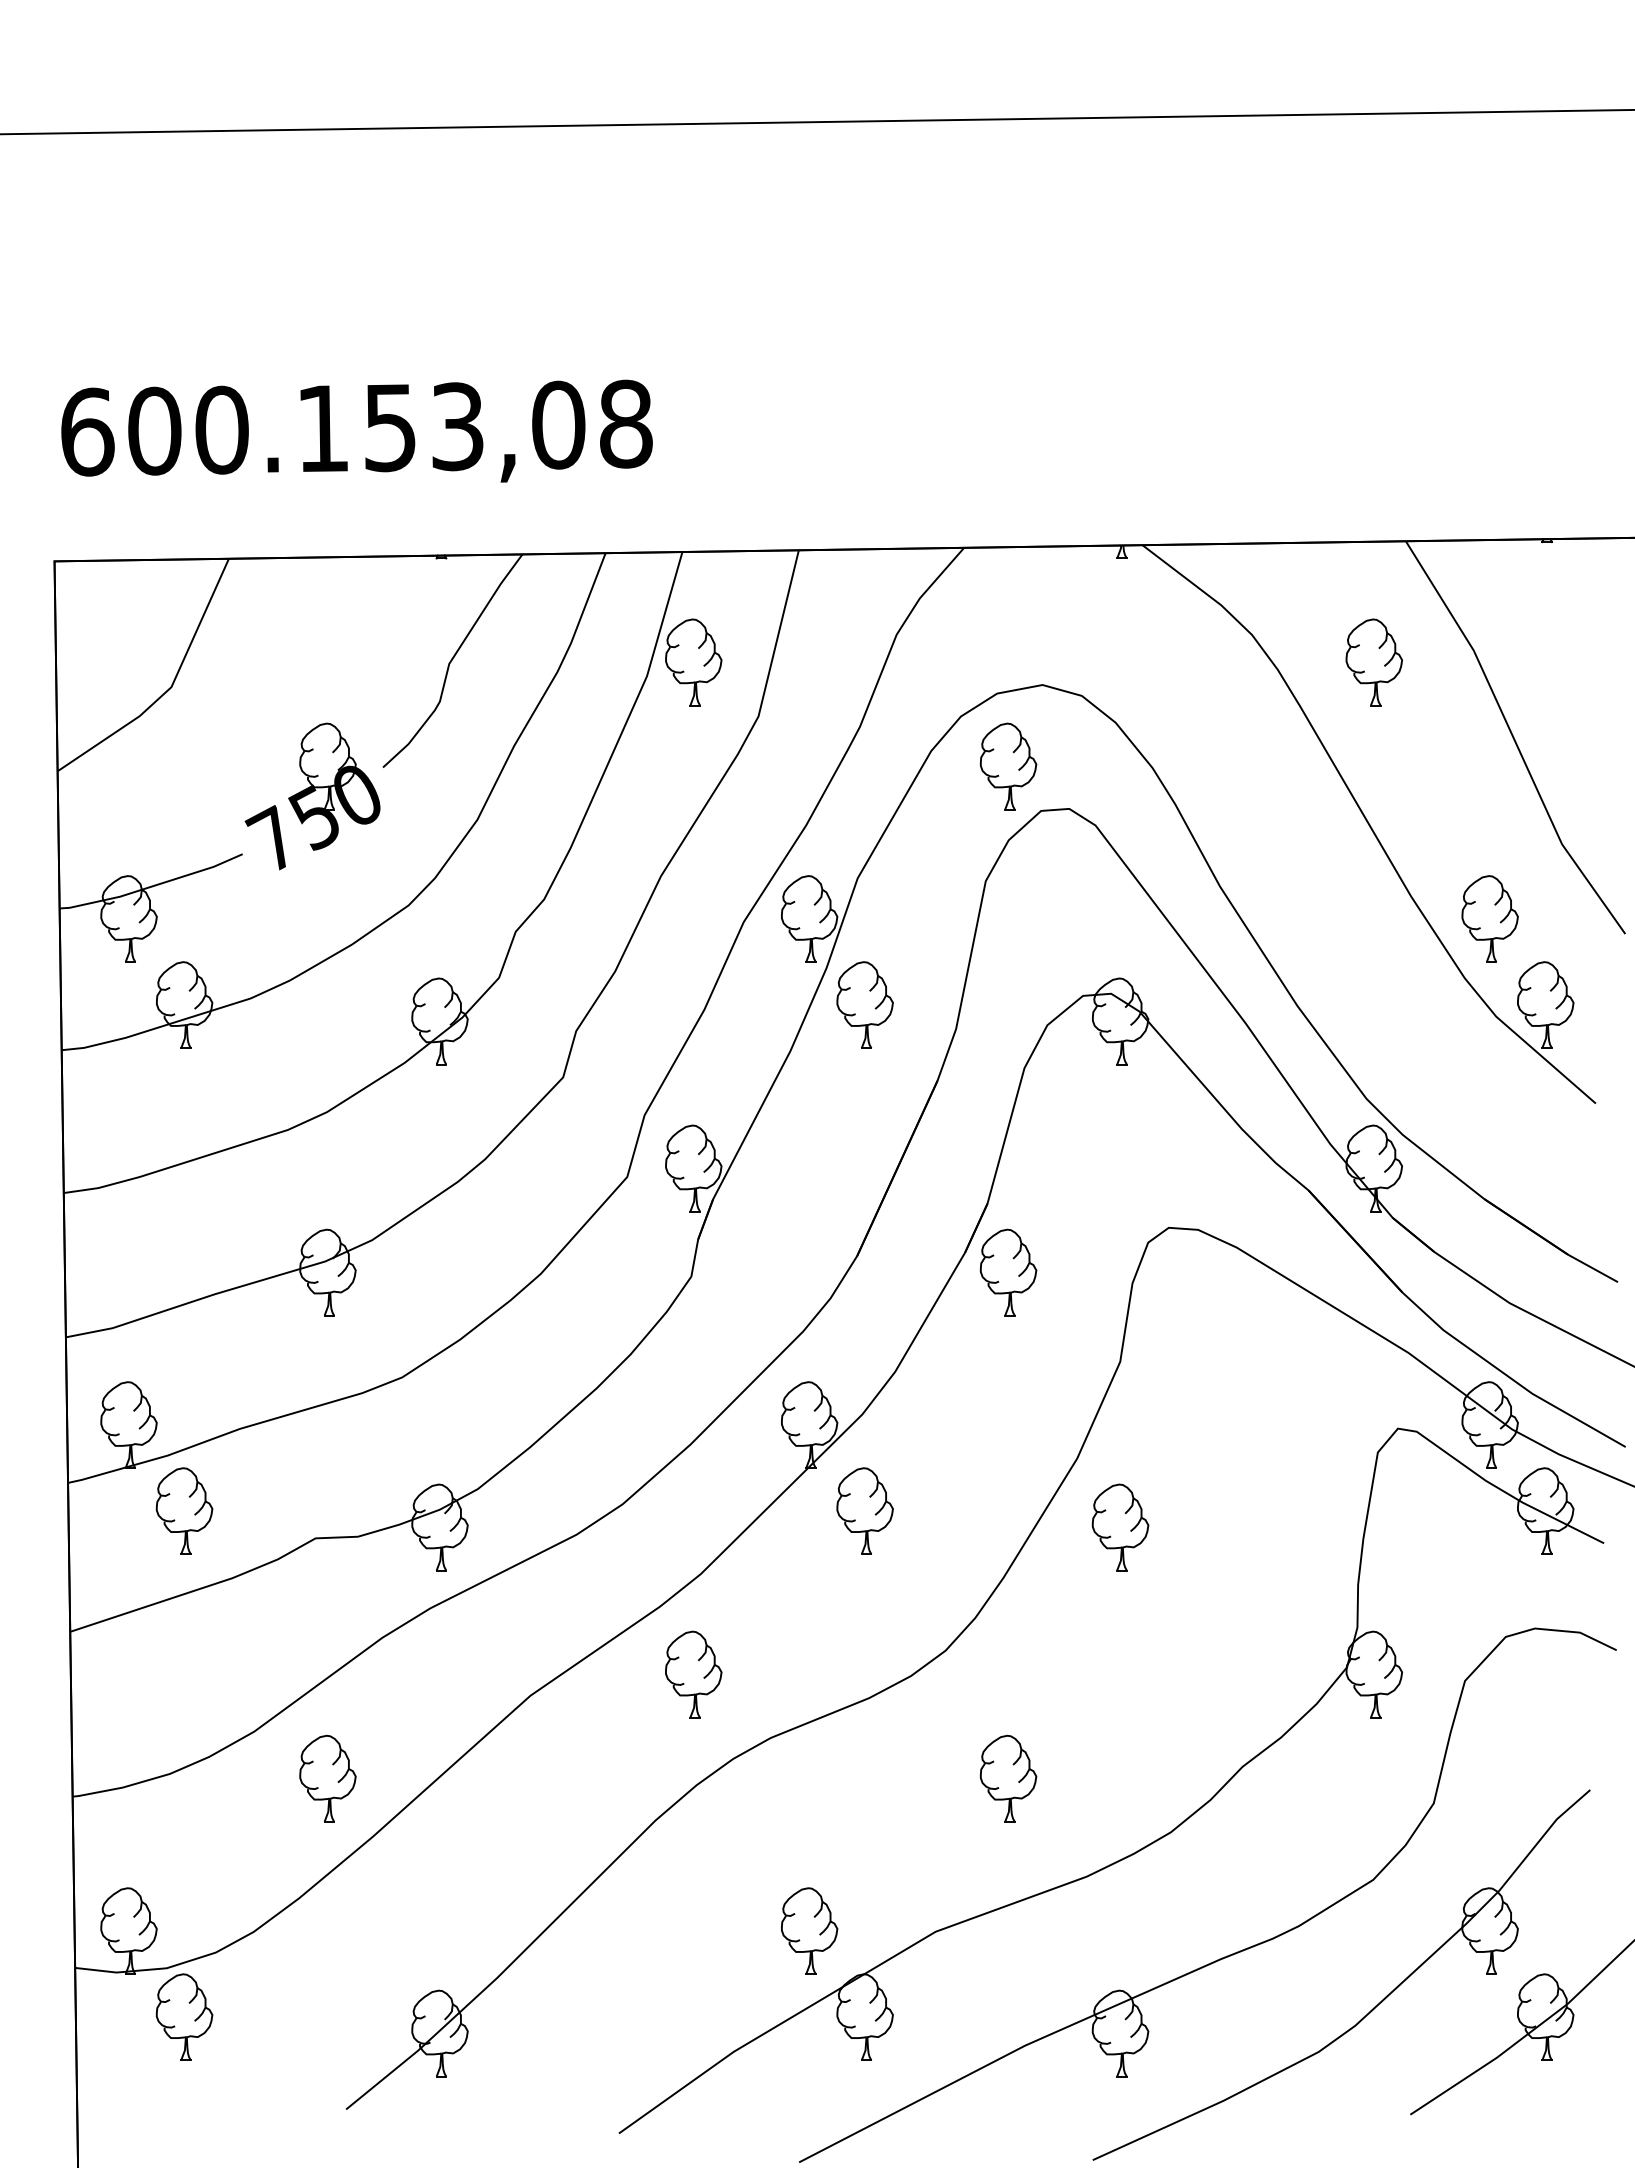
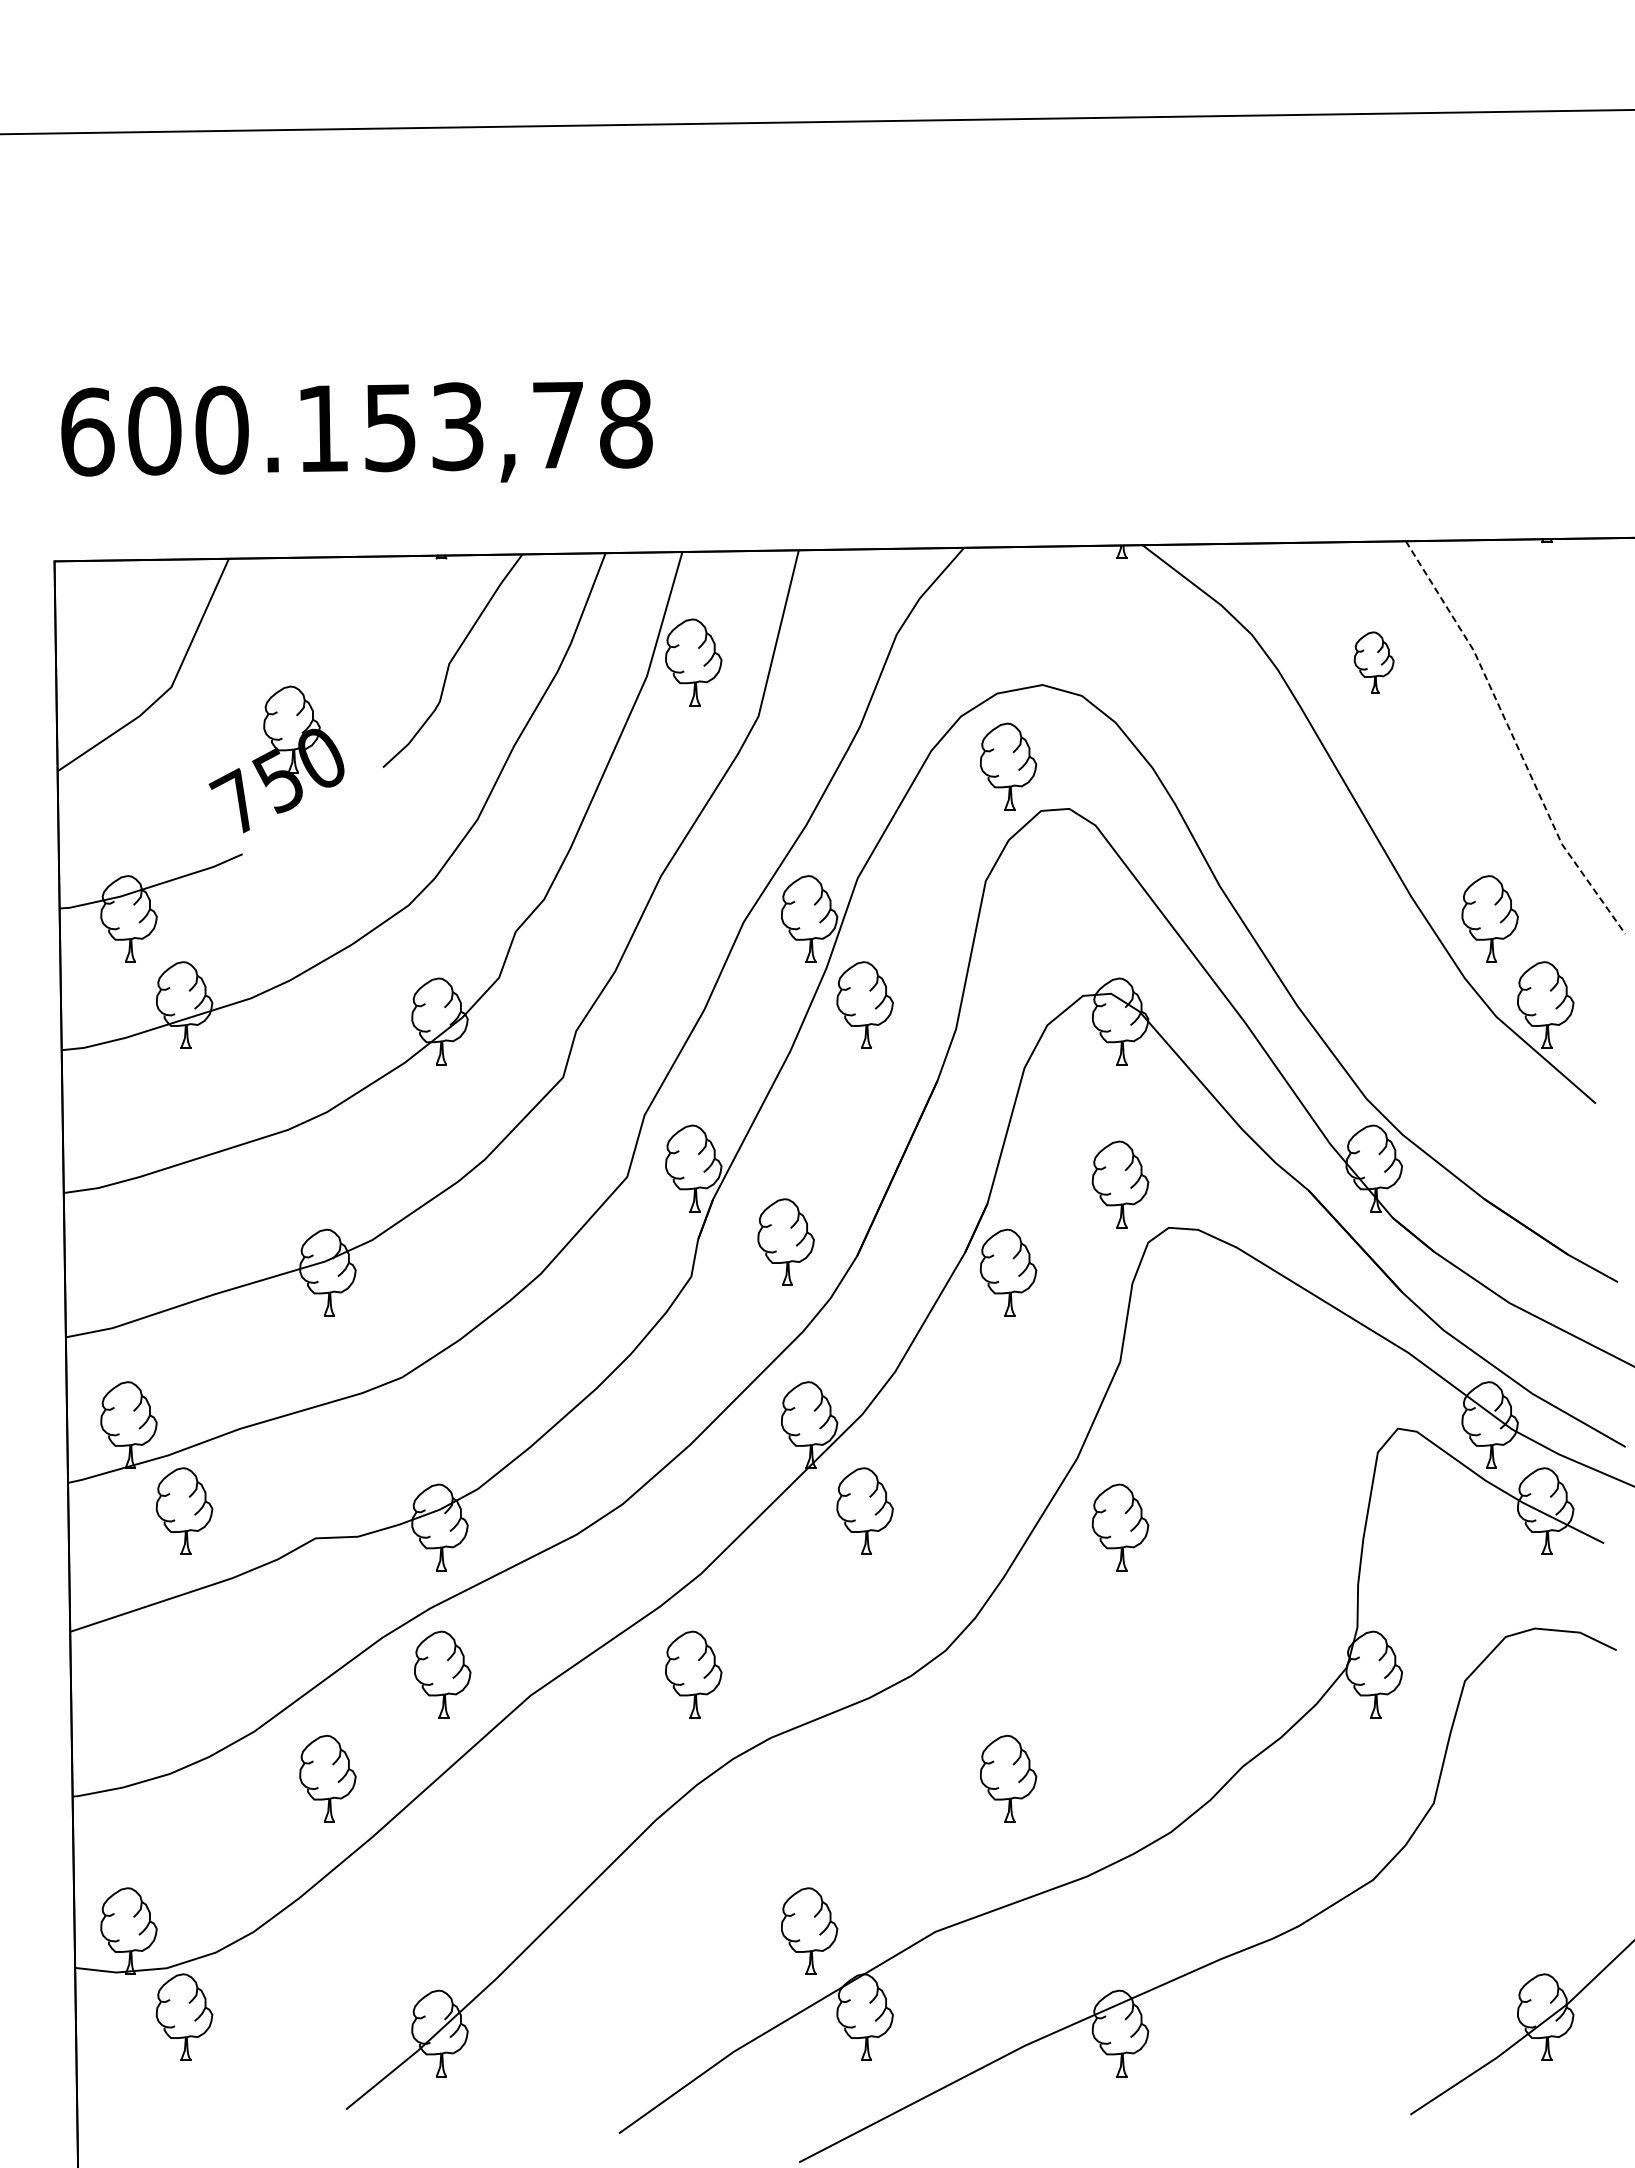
text at (558, 424): 600.153,08 -> 600.153,78
part at (1373, 662) size: 58x89 px -> 42x63 px
line at (1513, 738): solid -> dashed
part at (312, 796) position: (312, 796) -> (276, 759)
part at (1120, 1184): none -> present
part at (785, 1241): none -> present
part at (442, 1674): none -> present
part at (1374, 2006): present -> none
